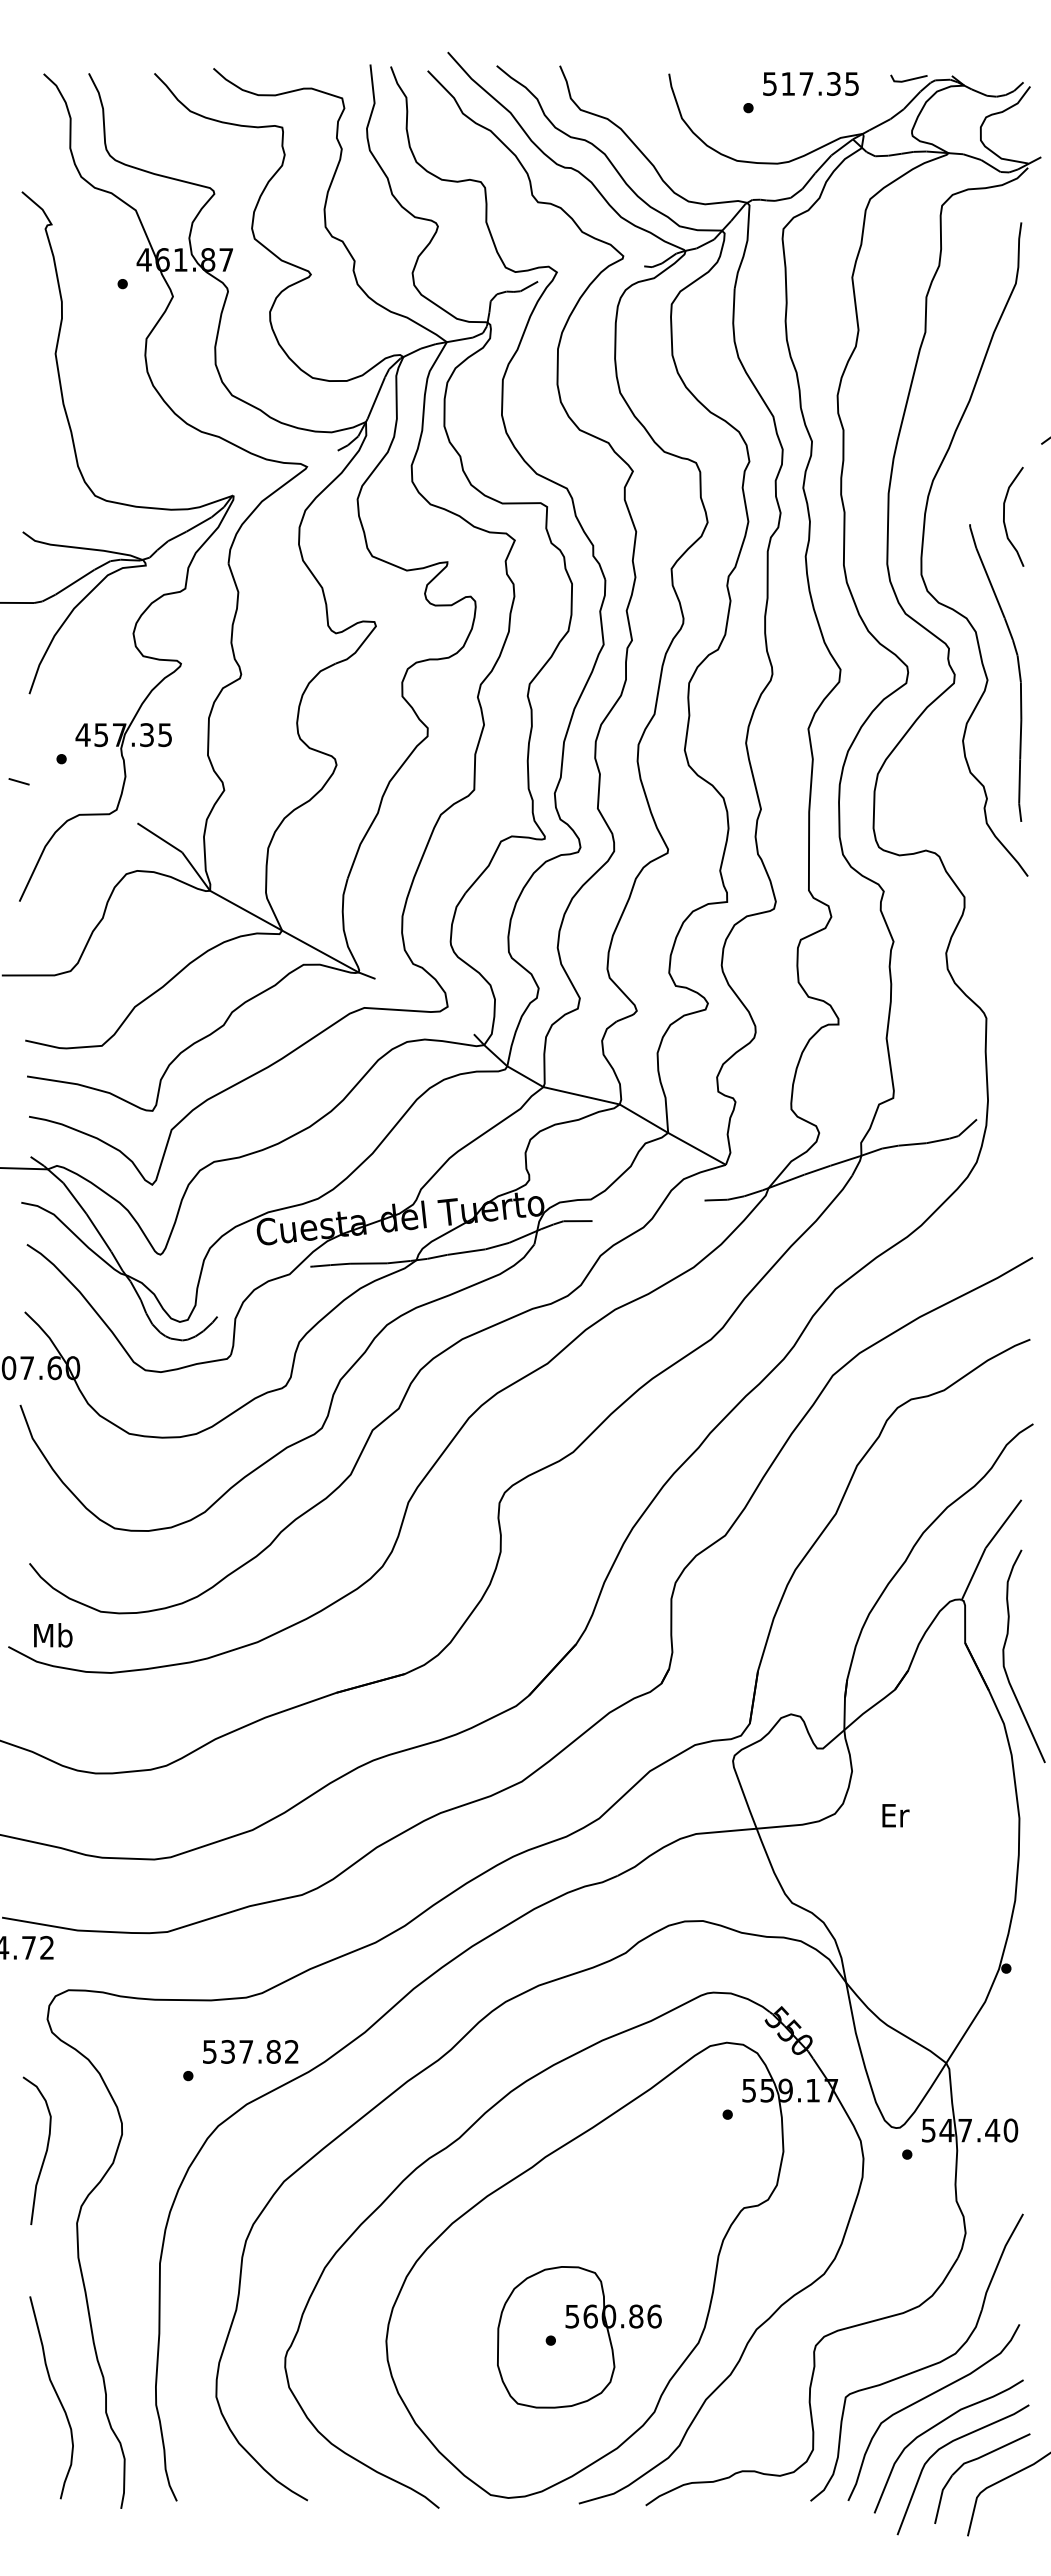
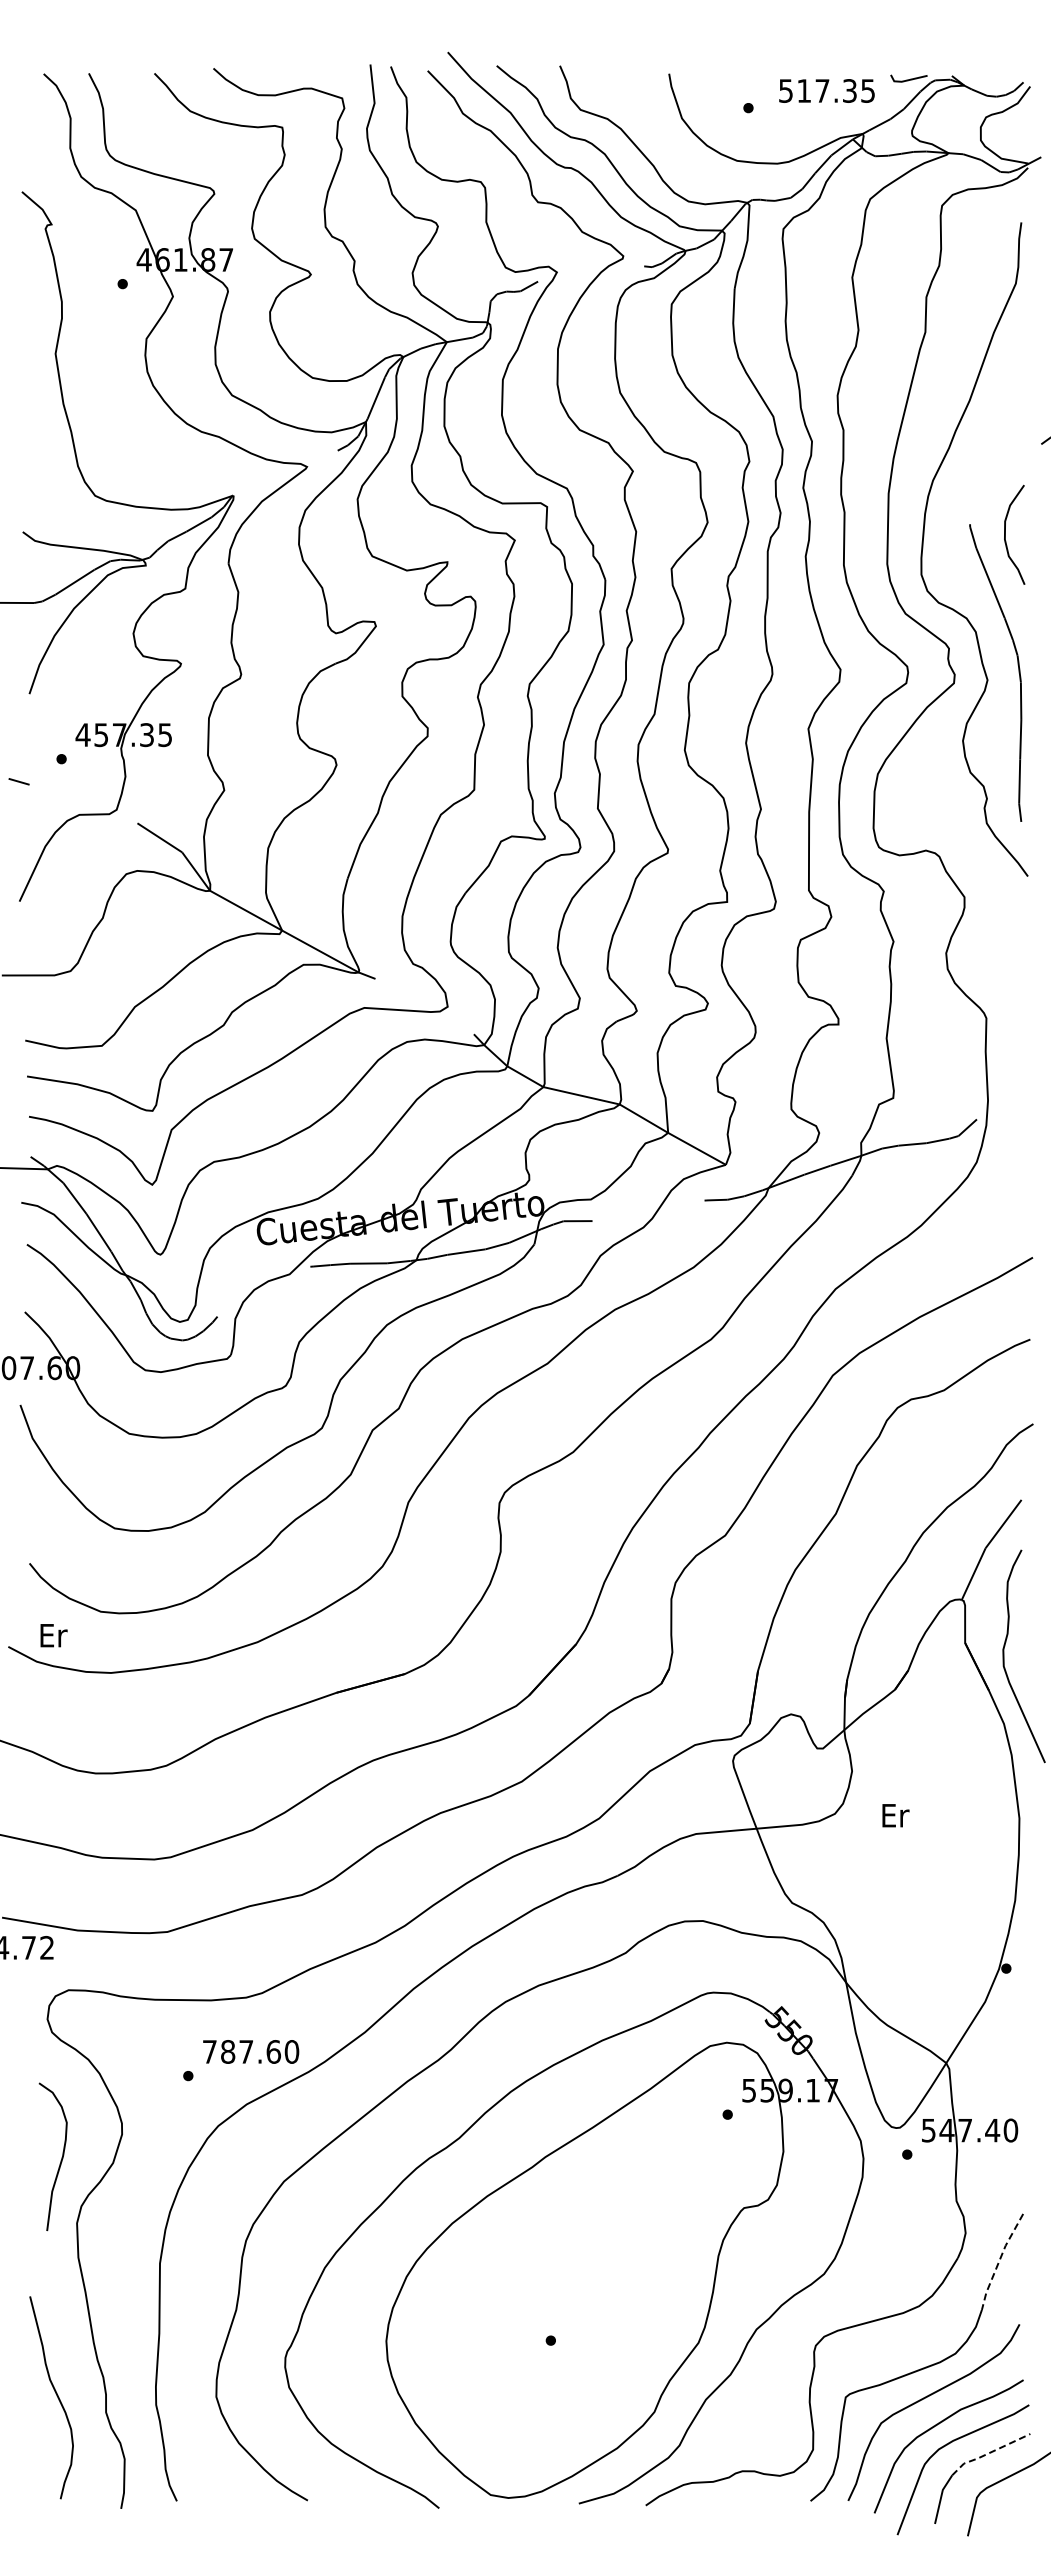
text at (810, 83) position: (810, 83) -> (826, 90)
curve at (1004, 516) position: (1004, 516) -> (1005, 534)
text at (53, 1635): Mb -> Er
text at (251, 2051): 537.82 -> 787.60
curve at (44, 2154) position: (44, 2154) -> (60, 2160)
line at (999, 2260): solid -> dashed
part at (579, 2337): present -> none
line at (988, 2453): solid -> dashed
